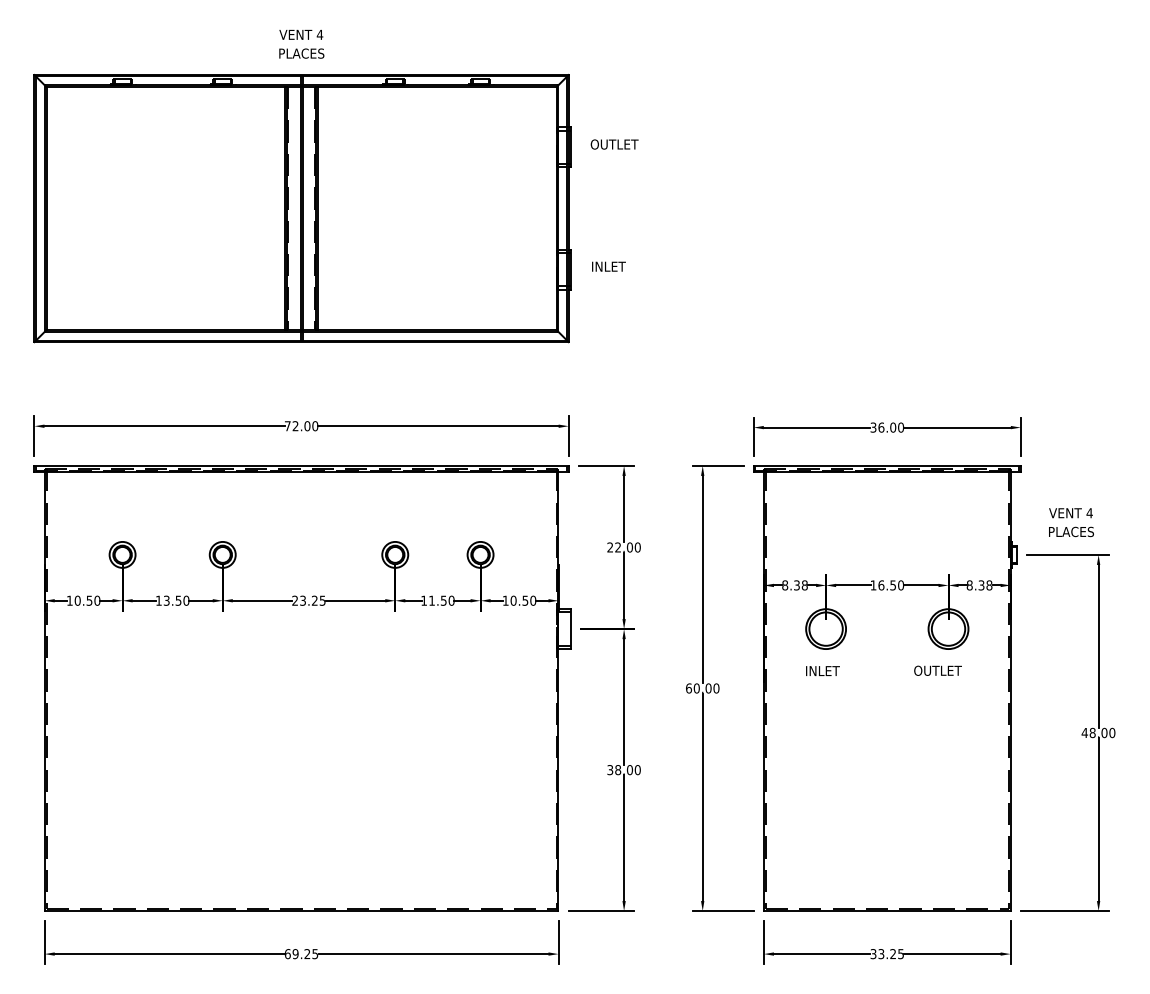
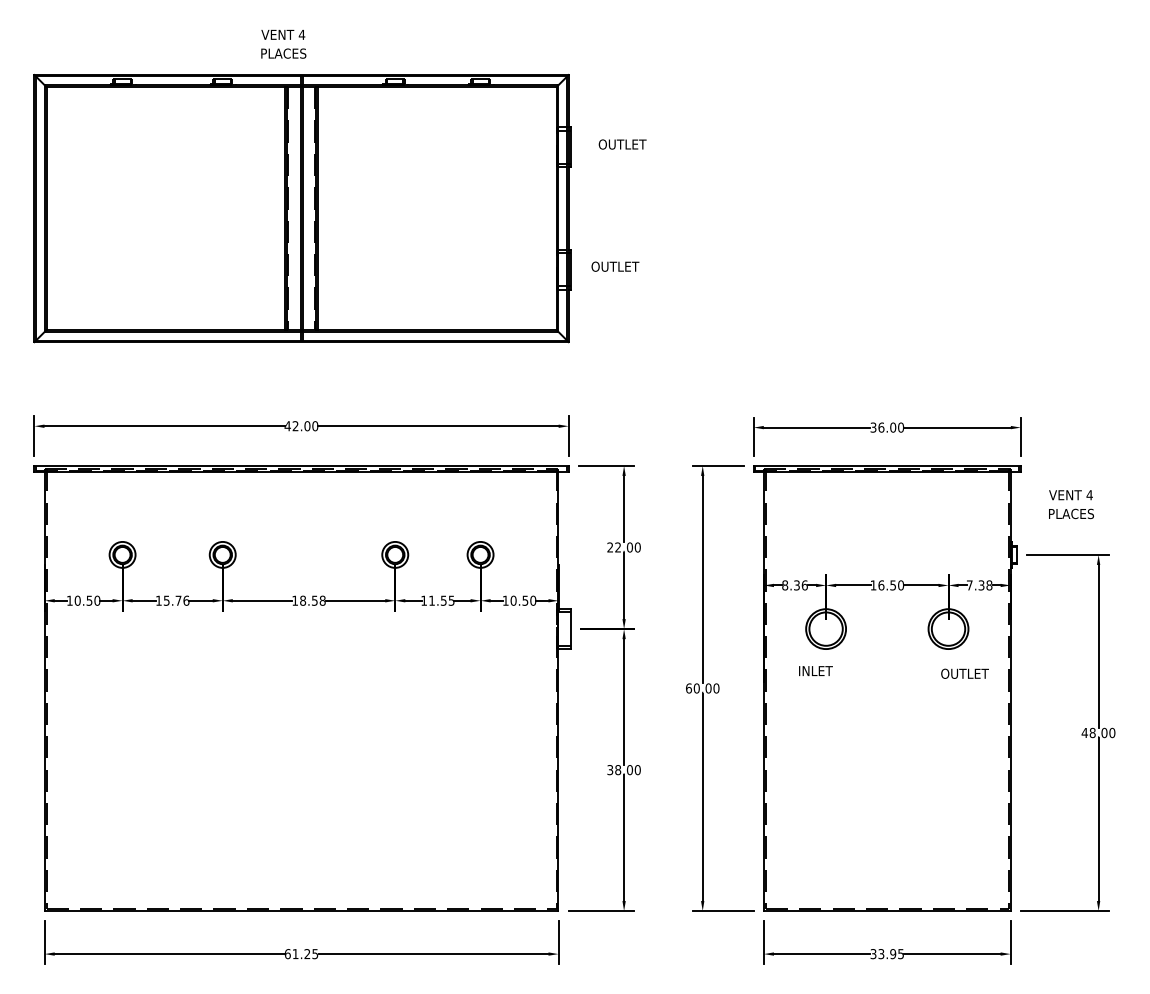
text at (301, 43) position: (301, 43) -> (283, 43)
text at (614, 144) position: (614, 144) -> (622, 144)
text at (615, 266): INLET -> OUTLET
text at (287, 426): 72.00 -> 42.00
text at (1071, 522) position: (1071, 522) -> (1071, 504)
text at (804, 585): 8.38 -> 8.36
text at (969, 585): 8.38 -> 7.38
text at (176, 600): 13.50 -> 15.76
text at (308, 600): 23.25 -> 18.58
text at (451, 600): 11.50 -> 11.55
text at (822, 670) position: (822, 670) -> (815, 670)
text at (937, 670) position: (937, 670) -> (964, 673)
text at (295, 954): 69.25 -> 61.25
text at (893, 954): 33.25 -> 33.95
